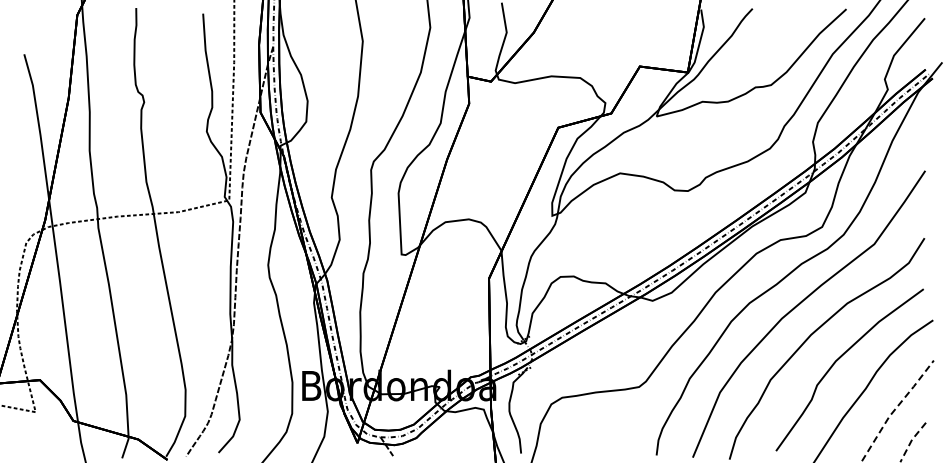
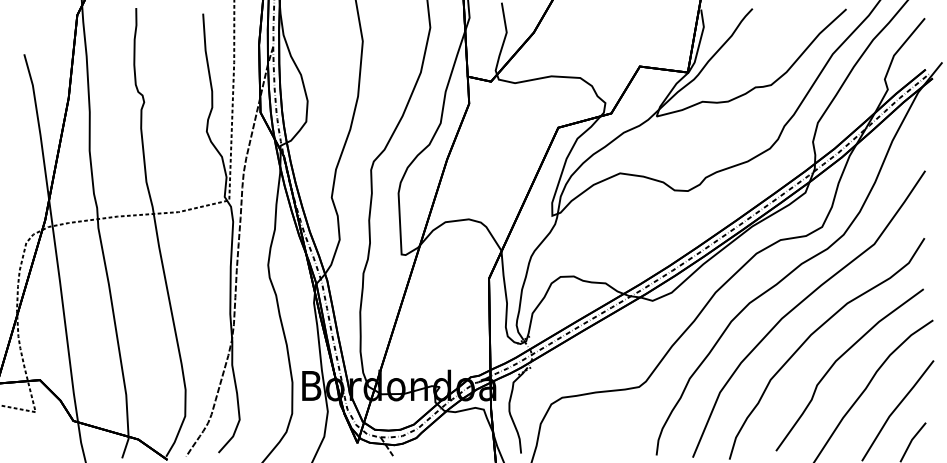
line at (895, 408): dashed -> solid
line at (911, 440): dashed -> solid
